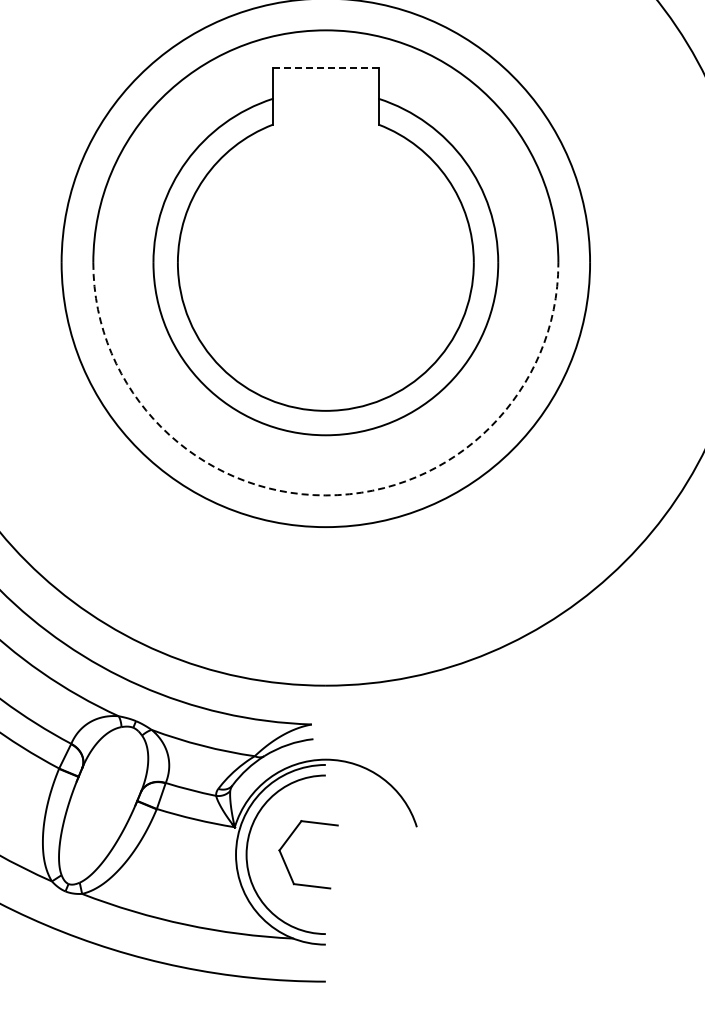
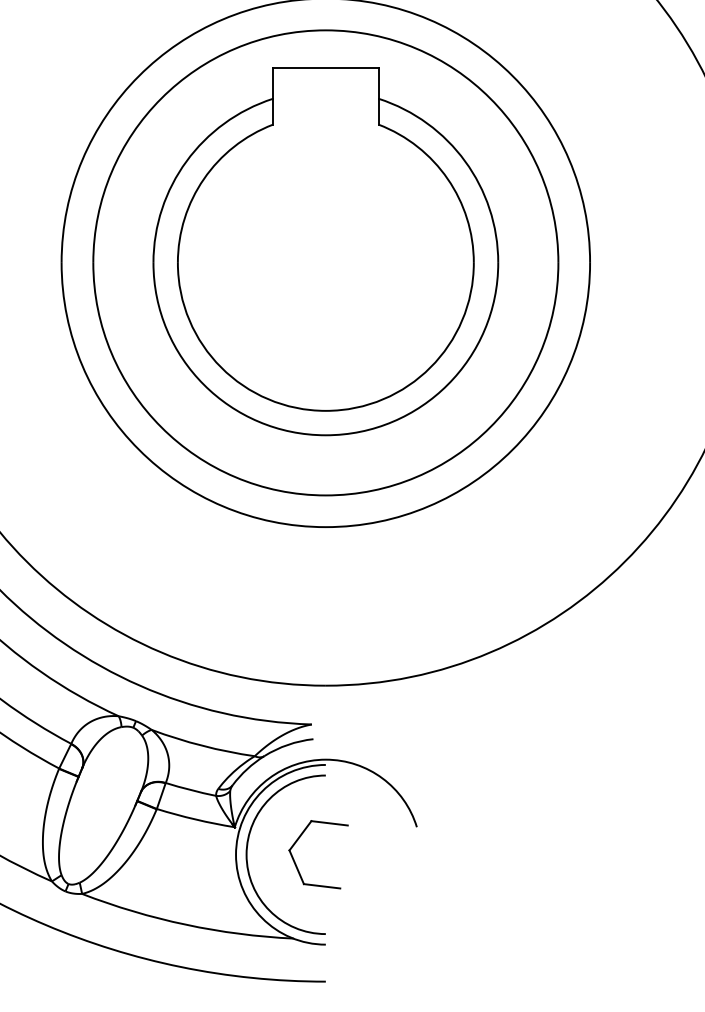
line at (325, 68): dashed -> solid
arc at (325, 495): dashed -> solid
part at (286, 863) position: (286, 863) -> (296, 863)
